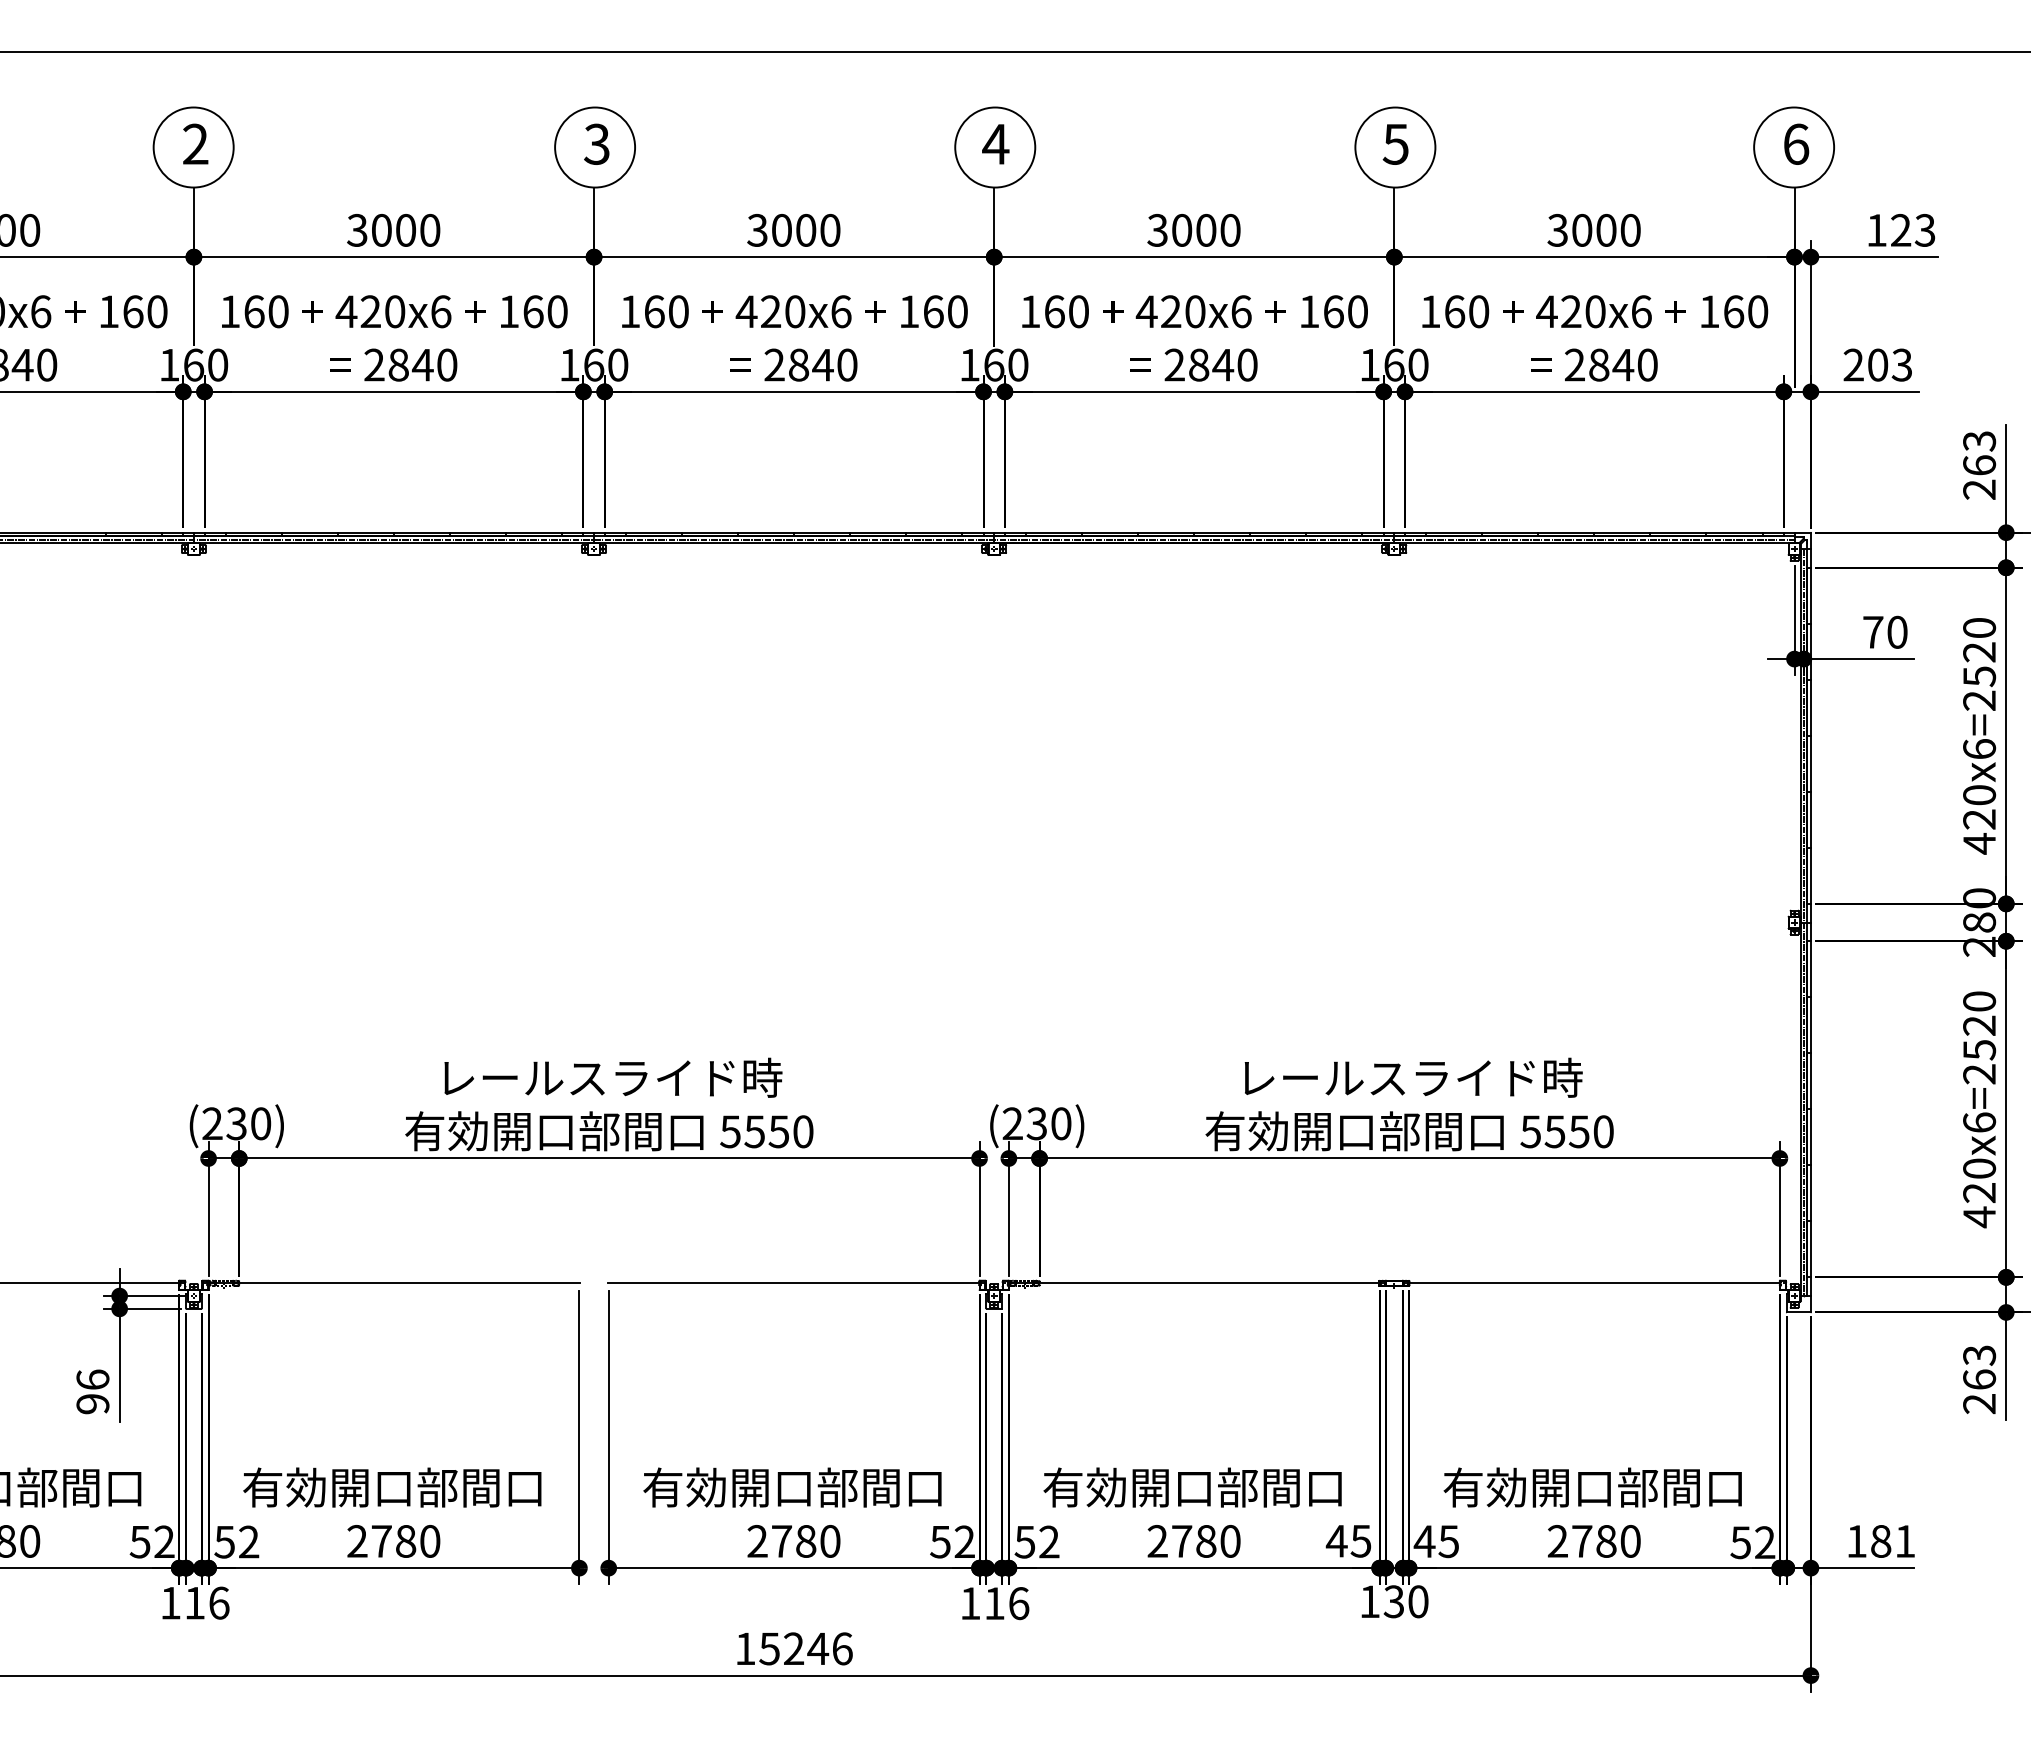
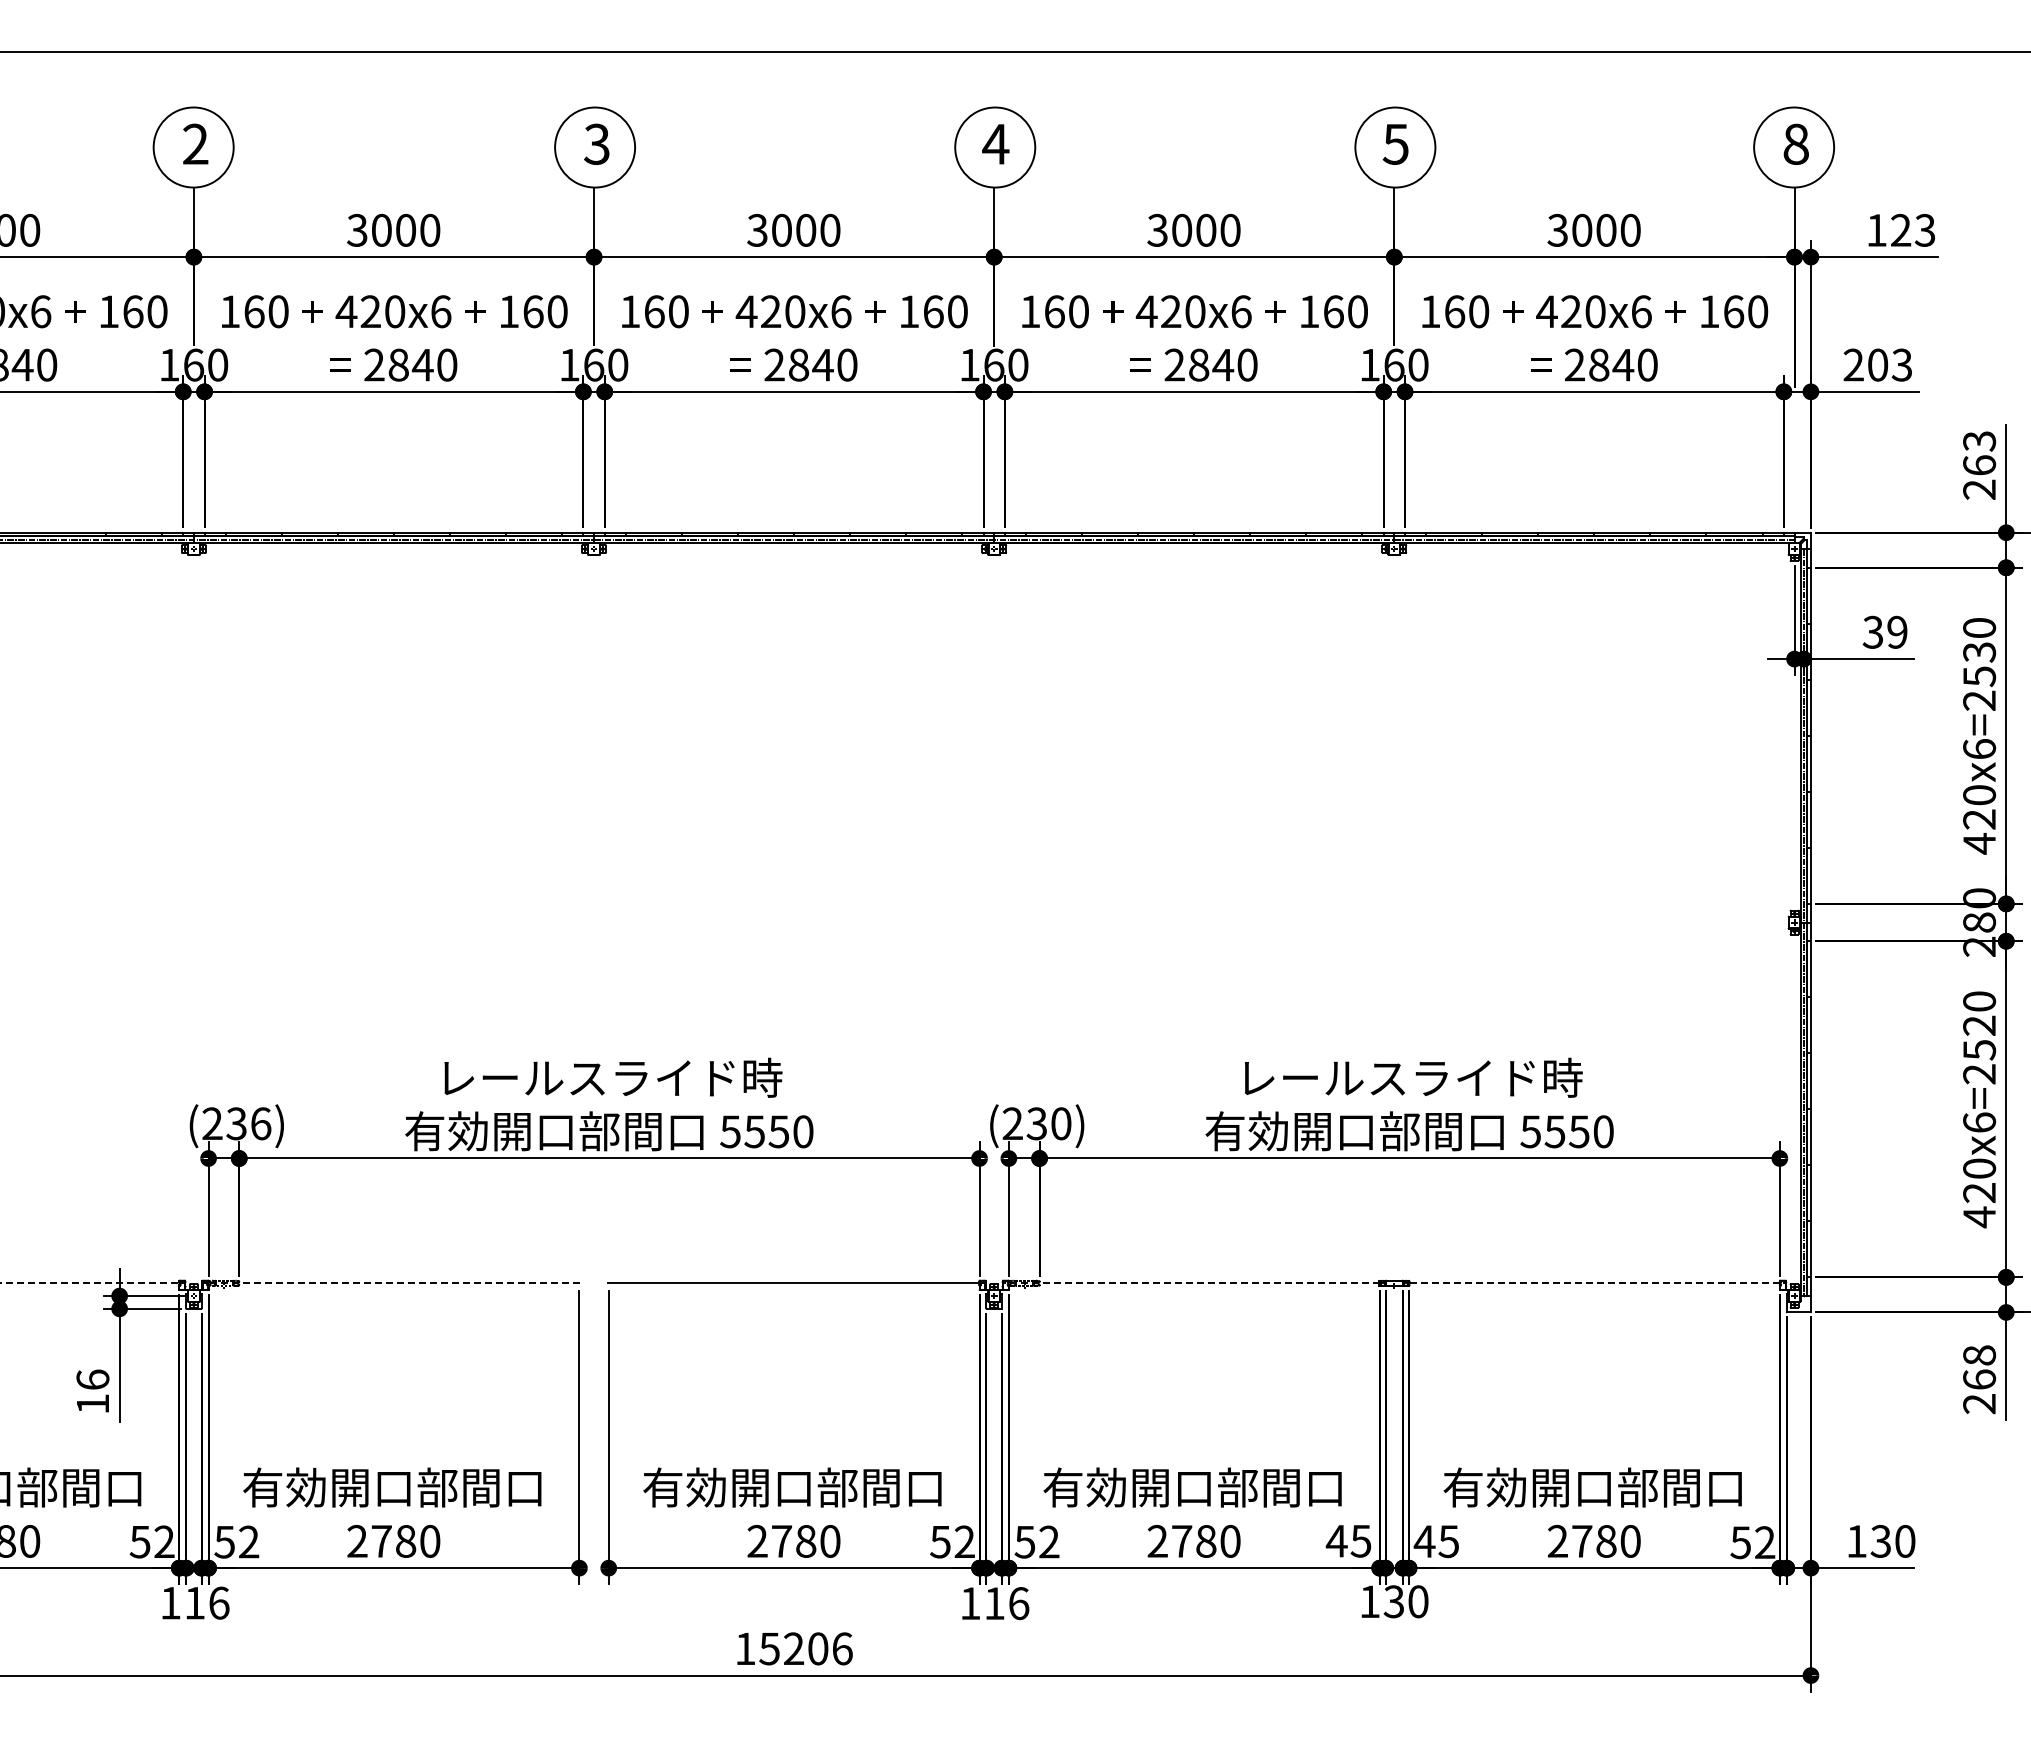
text at (1796, 143): 6 -> 8
text at (1884, 631): 70 -> 39
text at (1979, 652): 420x6=2520 -> 420x6=2530
text at (261, 1123): (230) -> (236)
line at (90, 1283): solid -> dashed
line at (394, 1283): solid -> dashed
line at (1194, 1283): solid -> dashed
line at (1594, 1283): solid -> dashed
text at (1979, 1355): 263 -> 268
text at (92, 1404): 96 -> 16
text at (1892, 1541): 181 -> 130
text at (818, 1648): 15246 -> 15206
